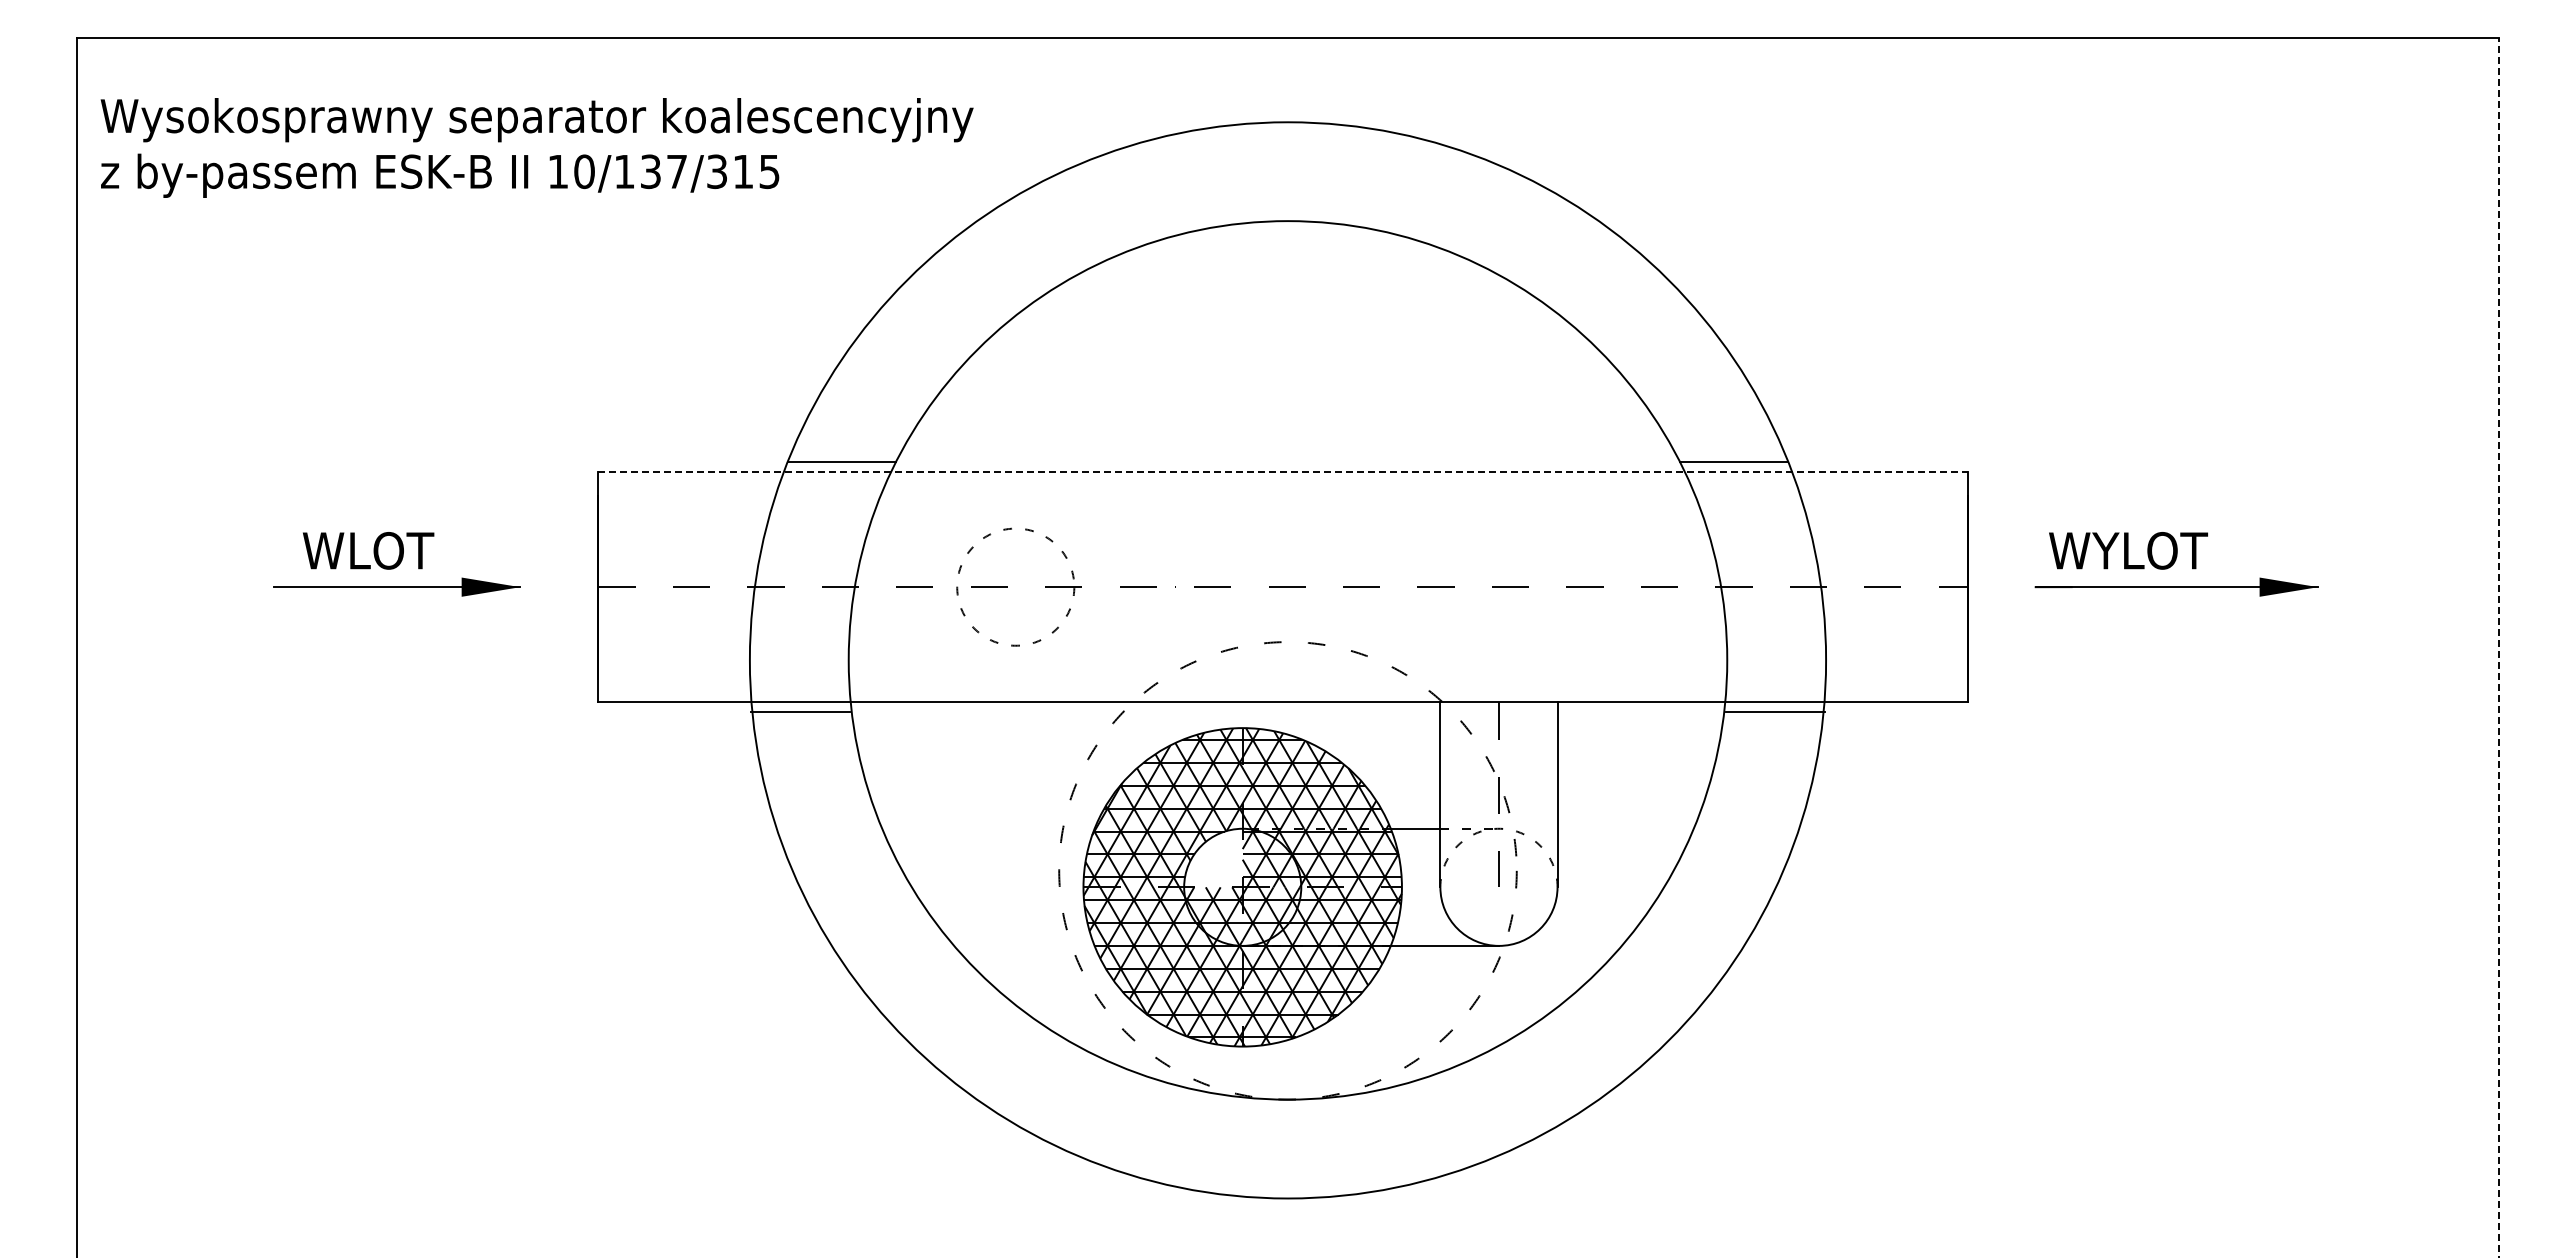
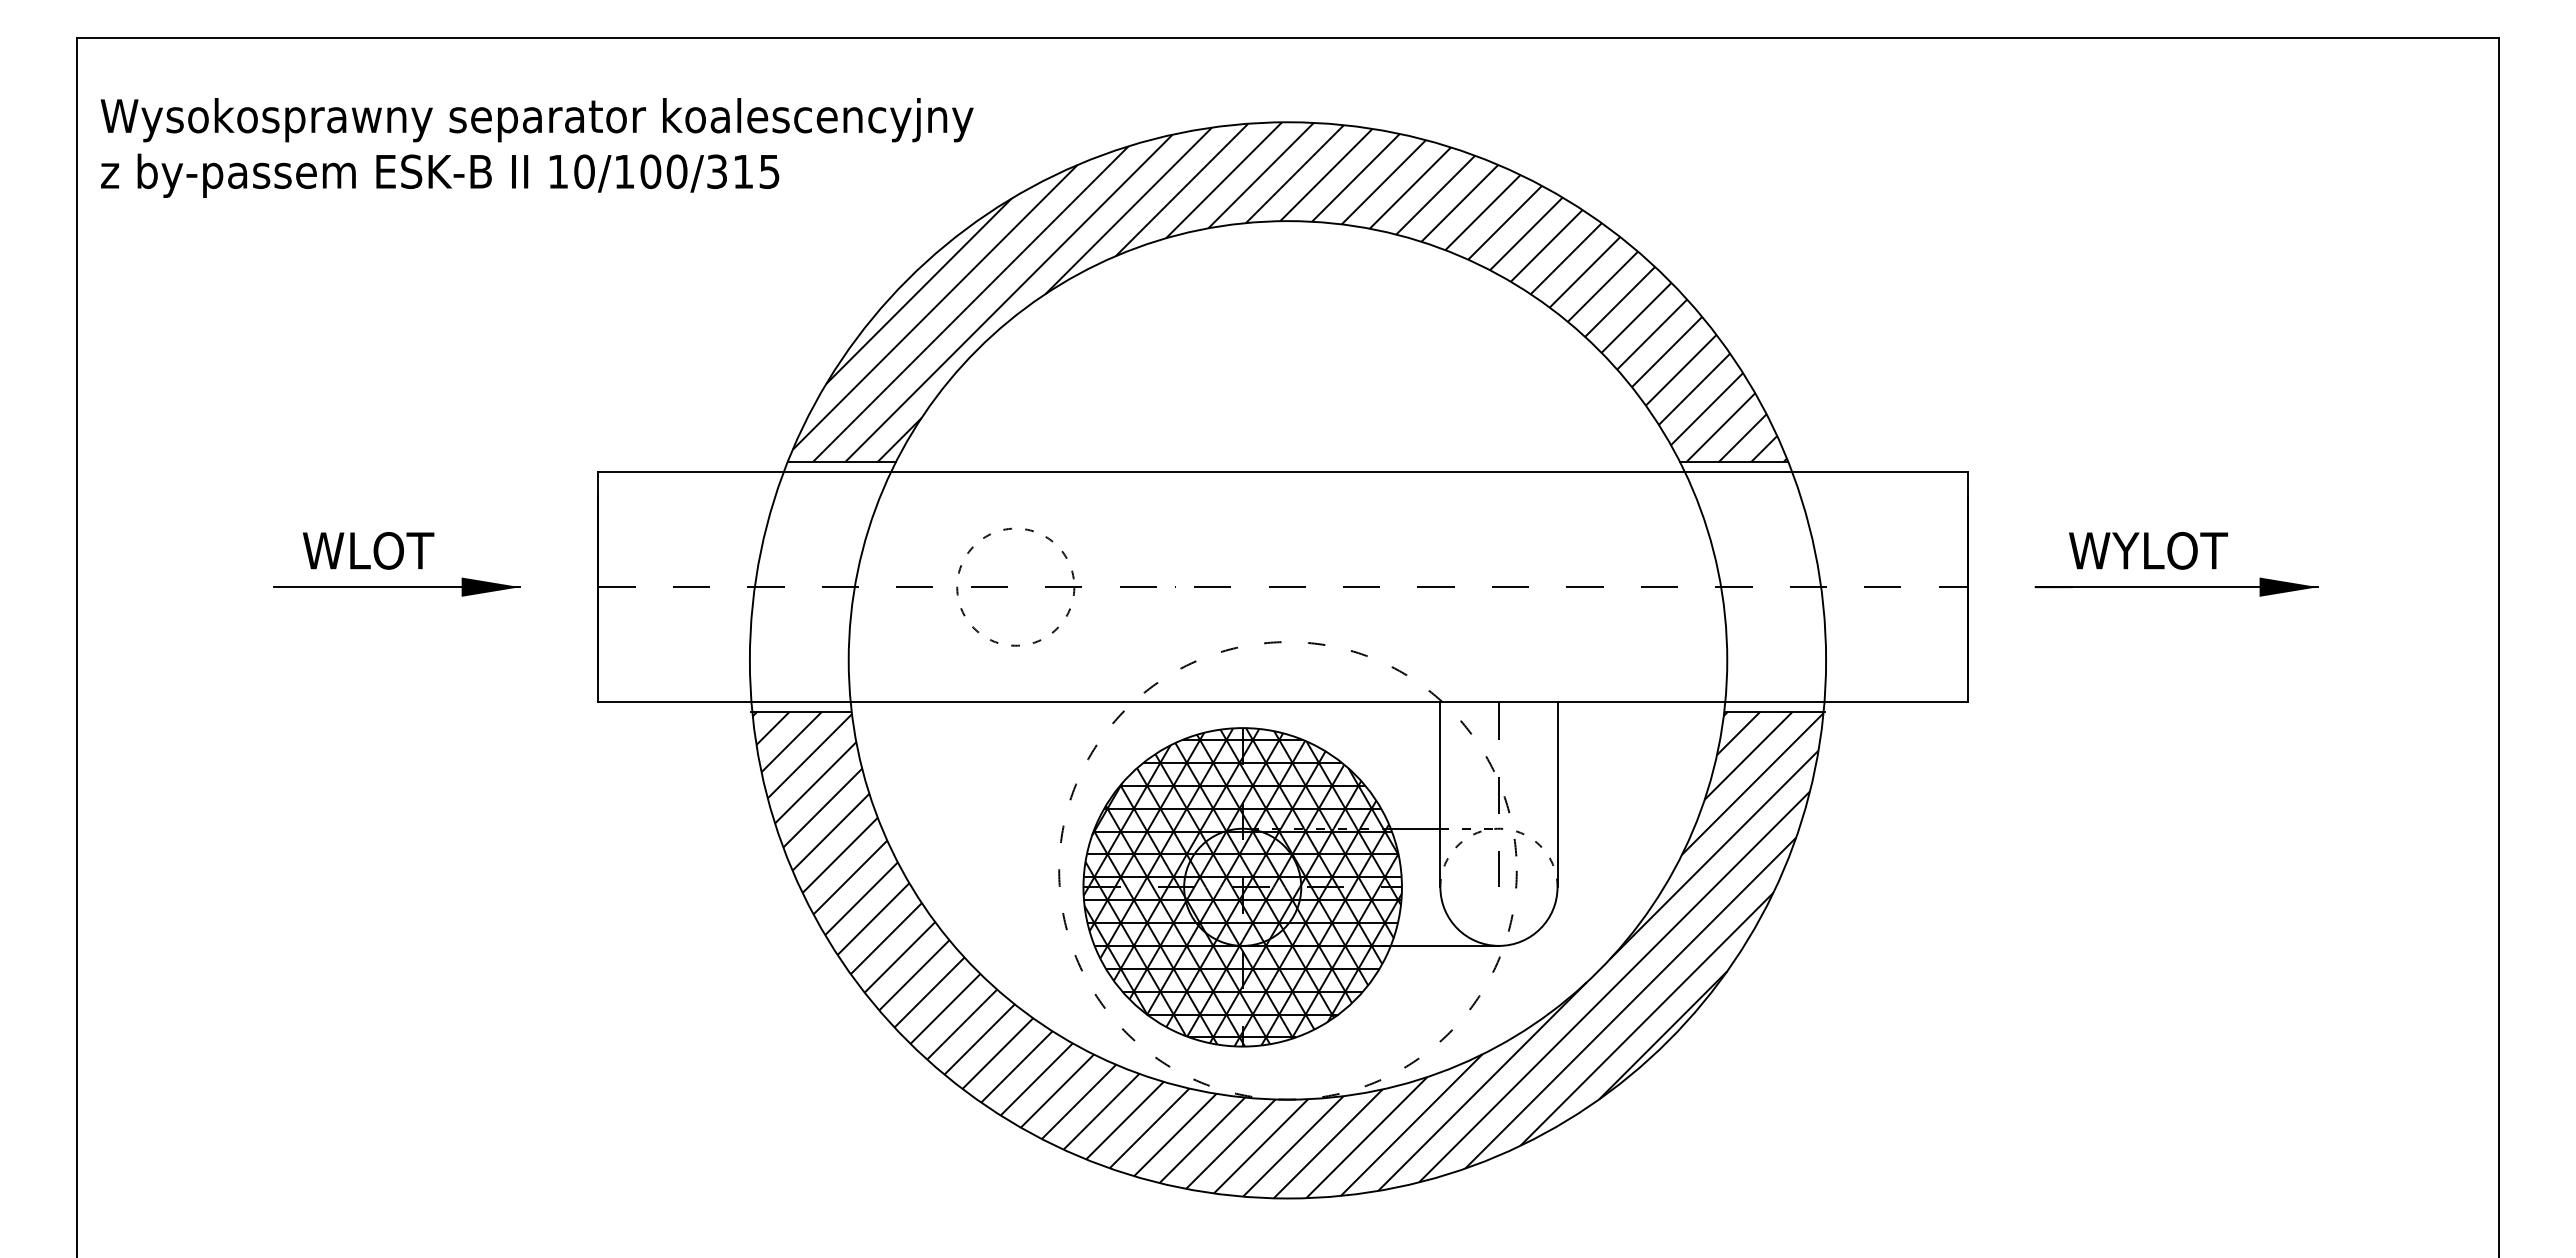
text at (663, 171): 10/137/315 -> 10/100/315
hatch at (1289, 292): none -> present
line at (1282, 471): dashed -> solid
text at (2128, 550) position: (2128, 550) -> (2148, 550)
line at (2498, 647): dashed -> solid
hatch at (1213, 858): none -> present
hatch at (1287, 955): none -> present
